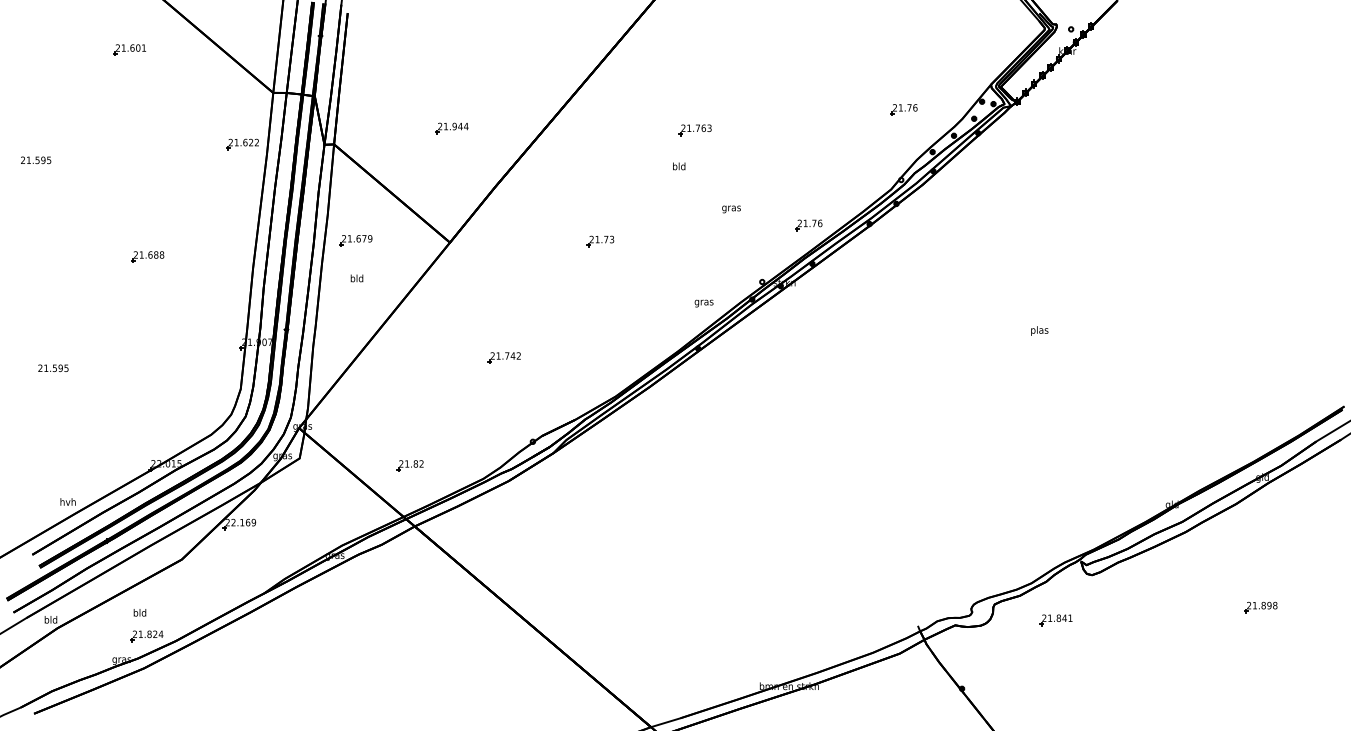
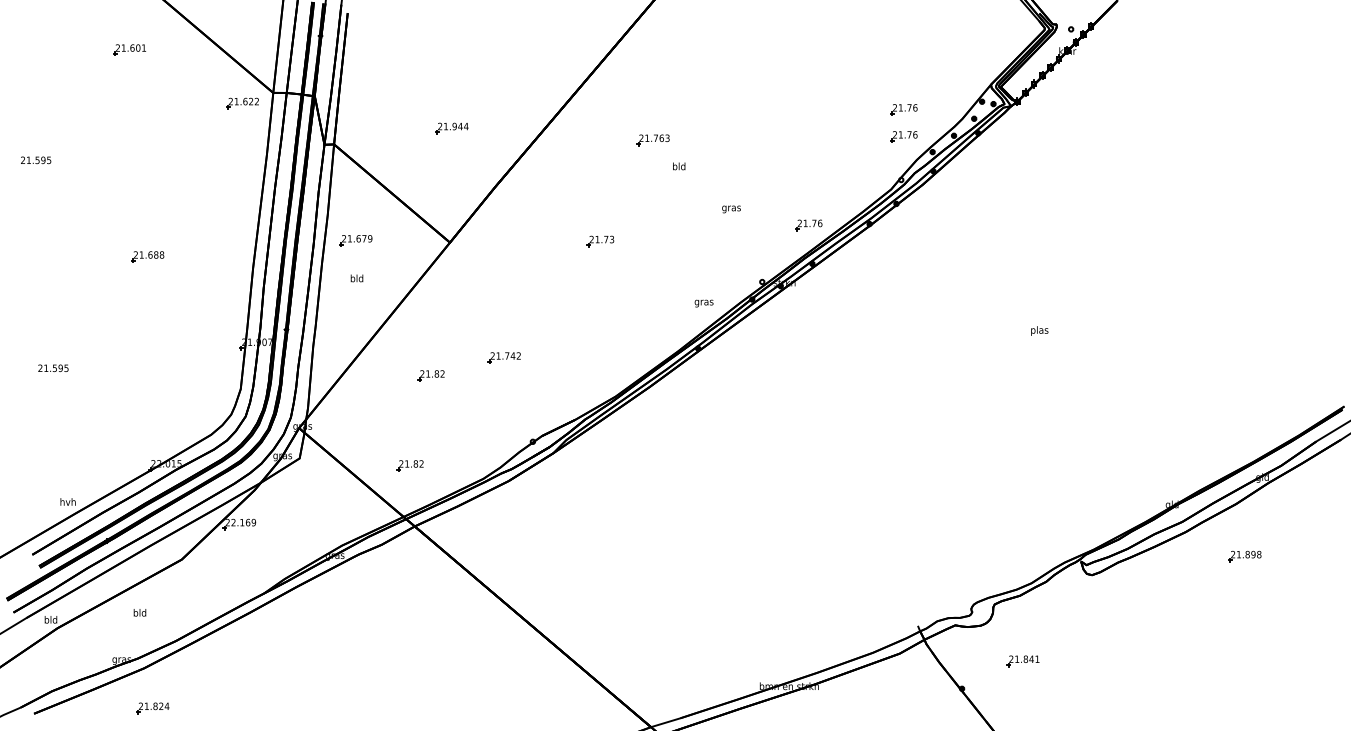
part at (694, 130) position: (694, 130) -> (652, 140)
part at (903, 136): none -> present
part at (242, 144) position: (242, 144) -> (242, 103)
part at (430, 375): none -> present
part at (1260, 607) position: (1260, 607) -> (1244, 556)
part at (1055, 620) position: (1055, 620) -> (1022, 661)
part at (146, 636) position: (146, 636) -> (152, 708)
